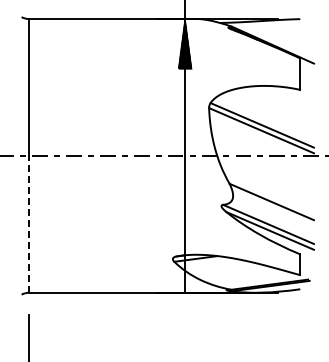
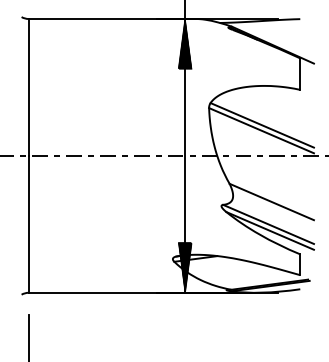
line at (28, 223): dashed -> solid
hatch at (184, 267): none -> present
